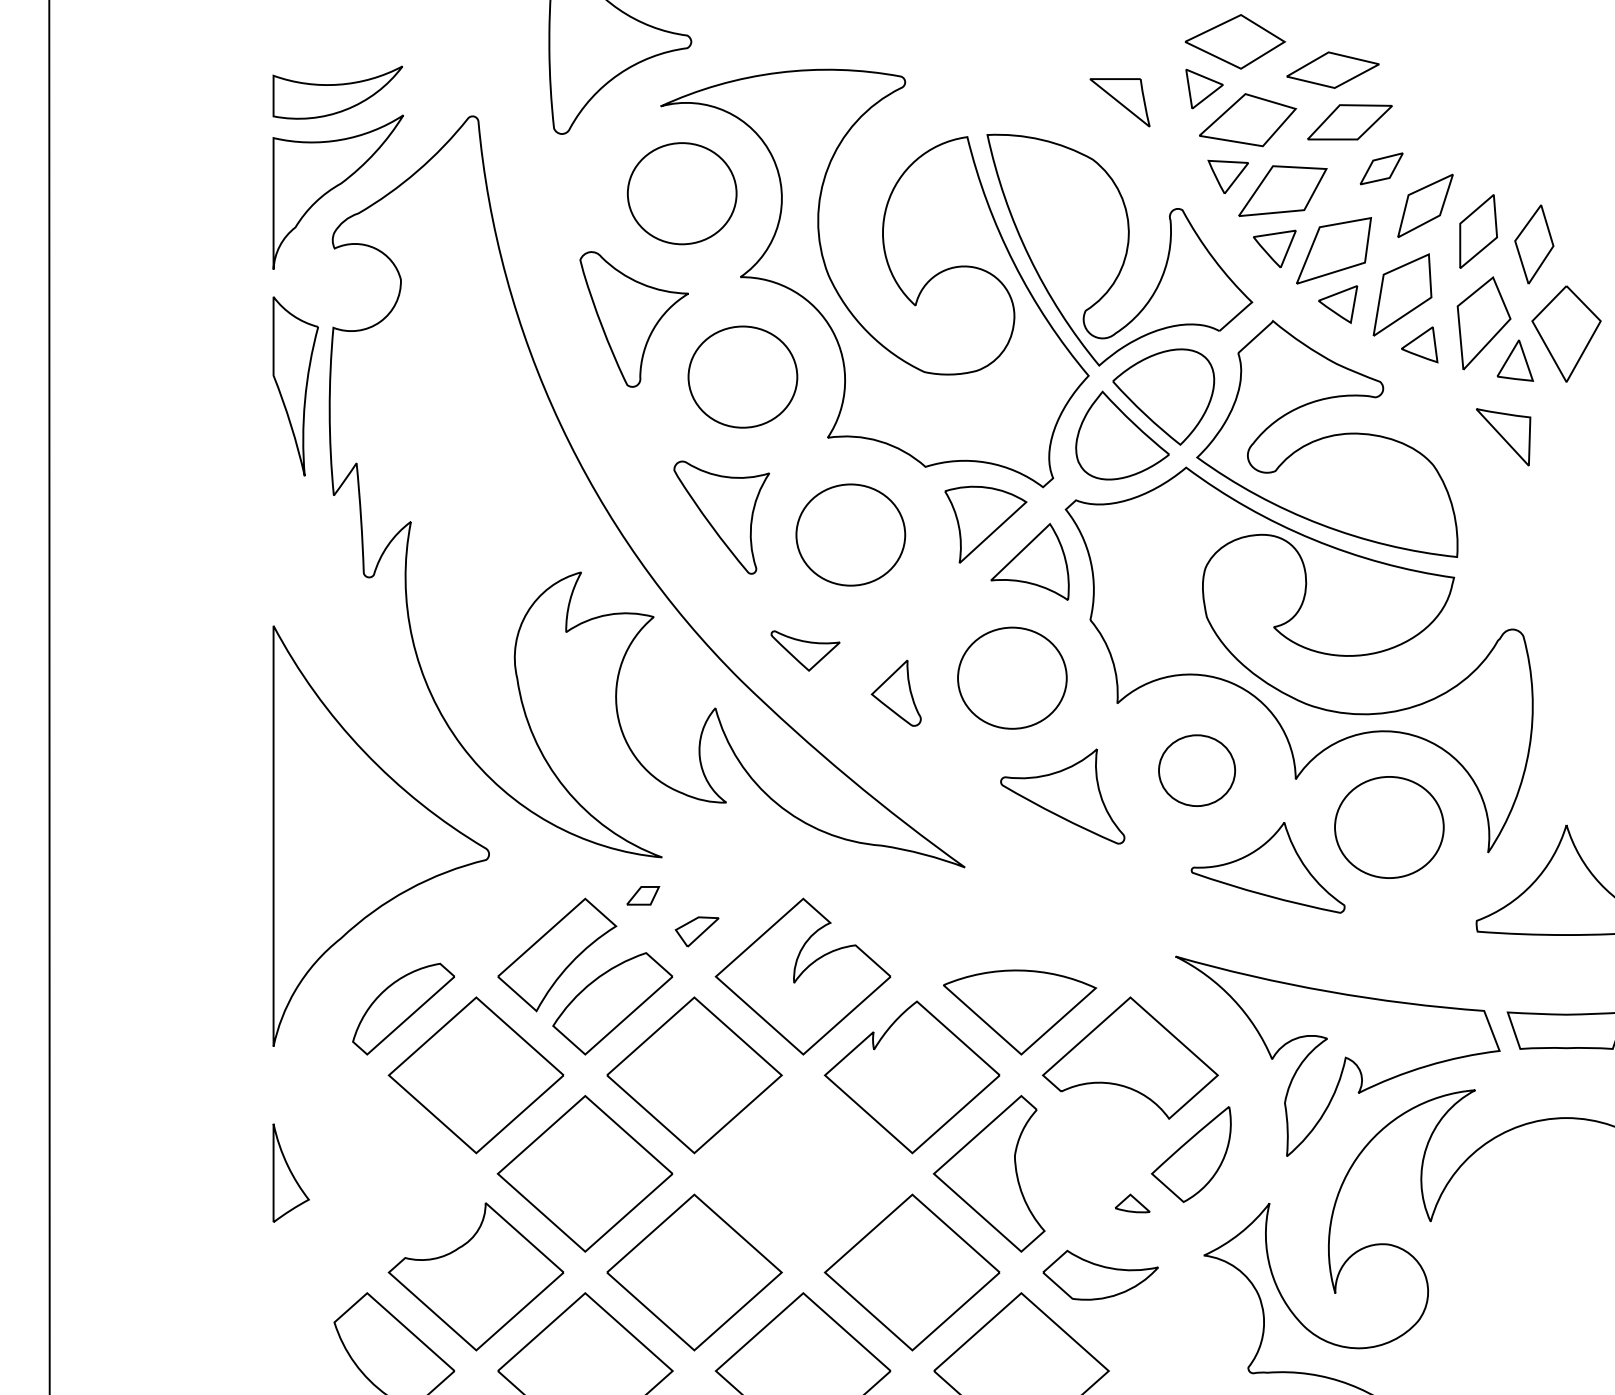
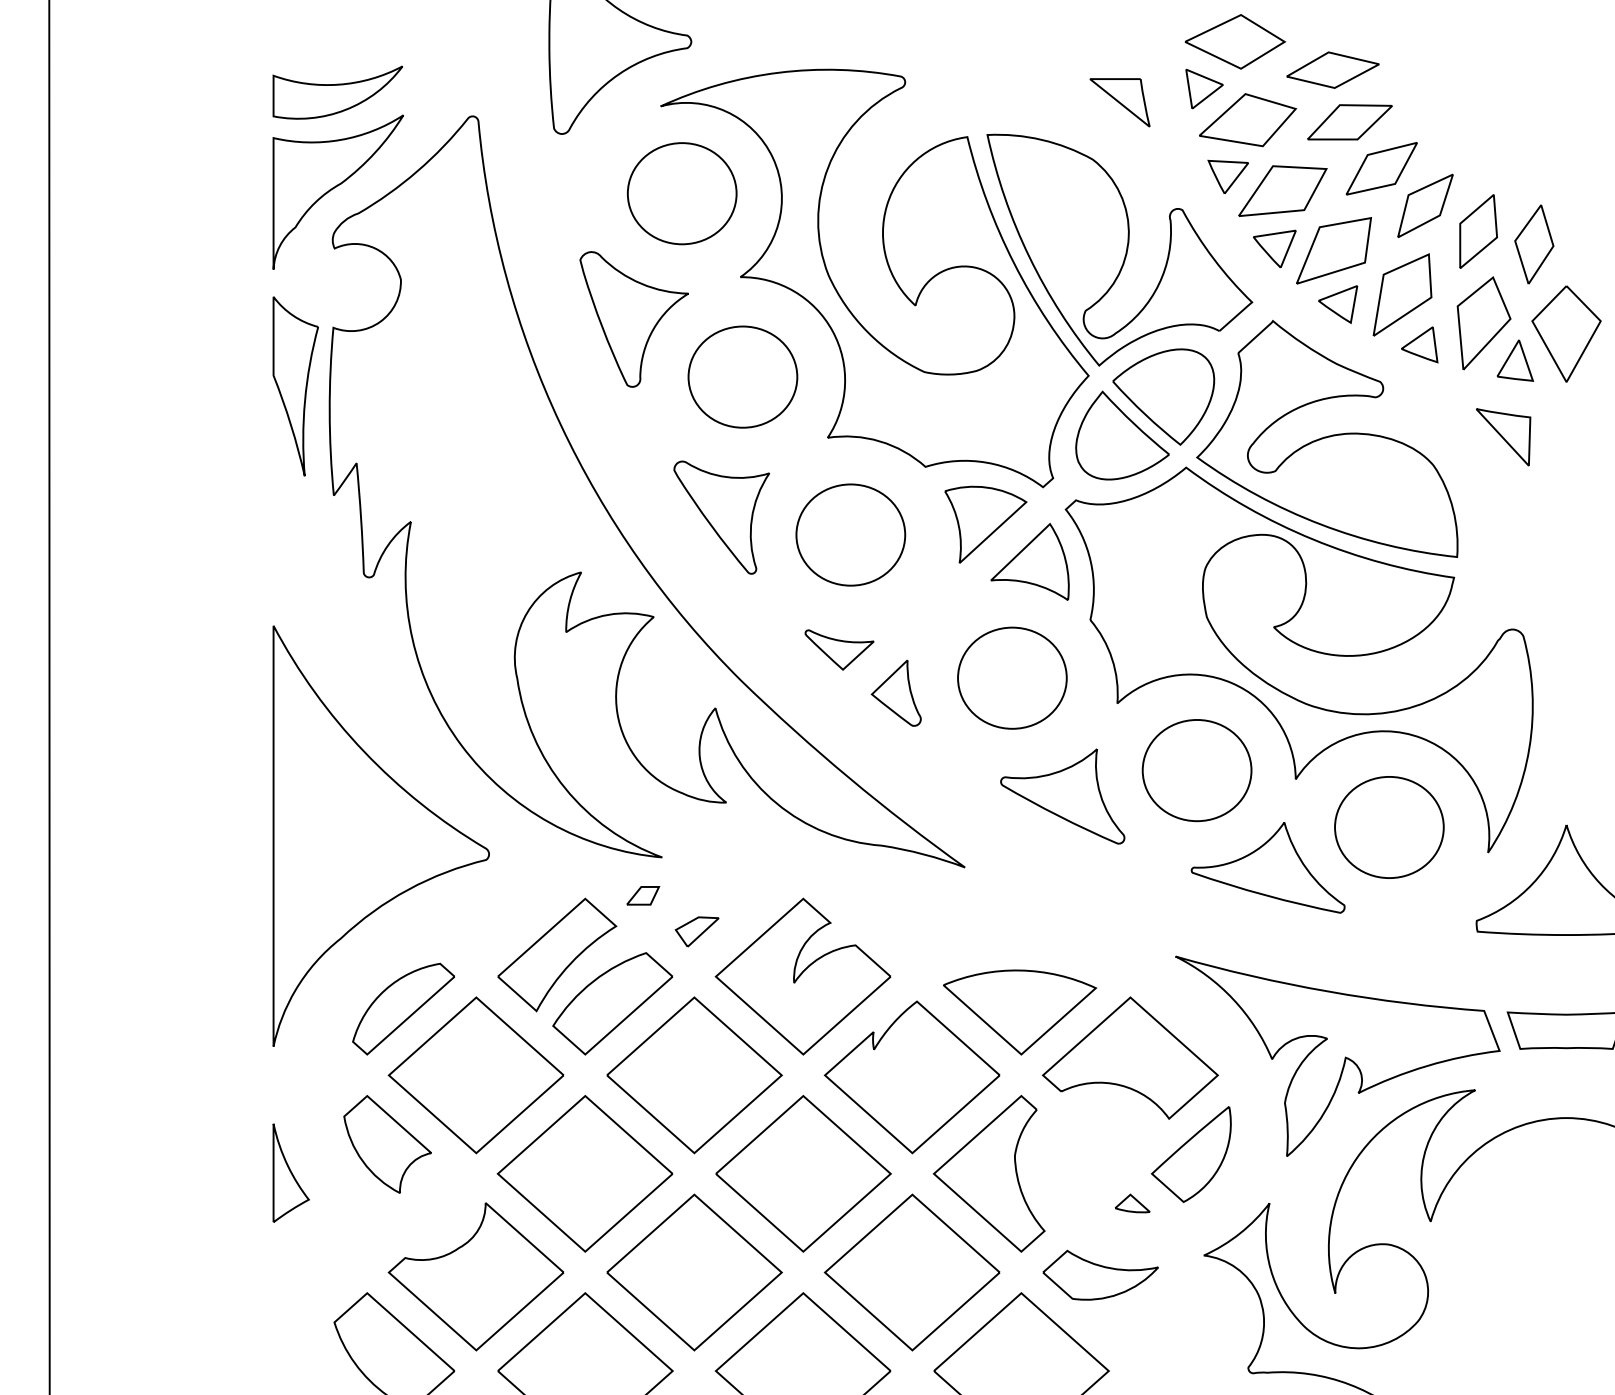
part at (1381, 168) size: 45x34 px -> 73x54 px
part at (805, 650) position: (805, 650) -> (839, 649)
part at (1196, 770) size: 78x73 px -> 112x104 px
part at (387, 1144): none -> present
part at (803, 1173): none -> present
